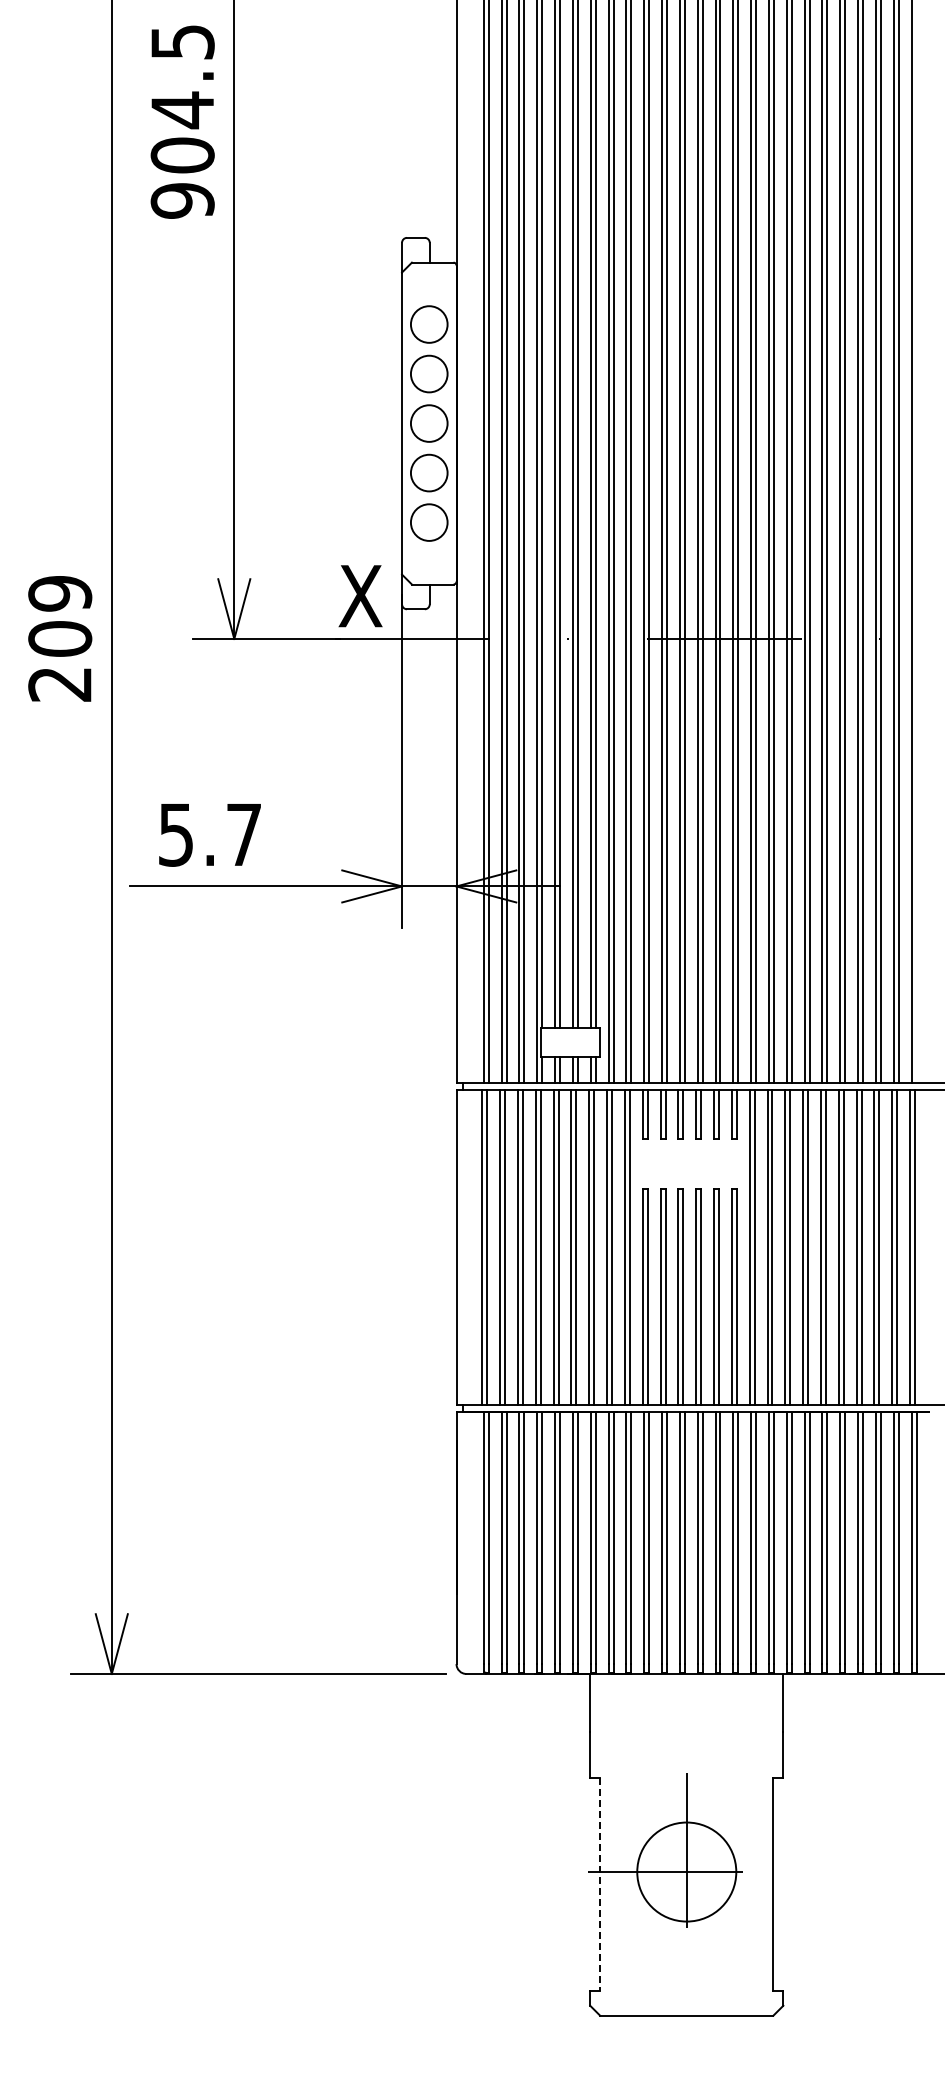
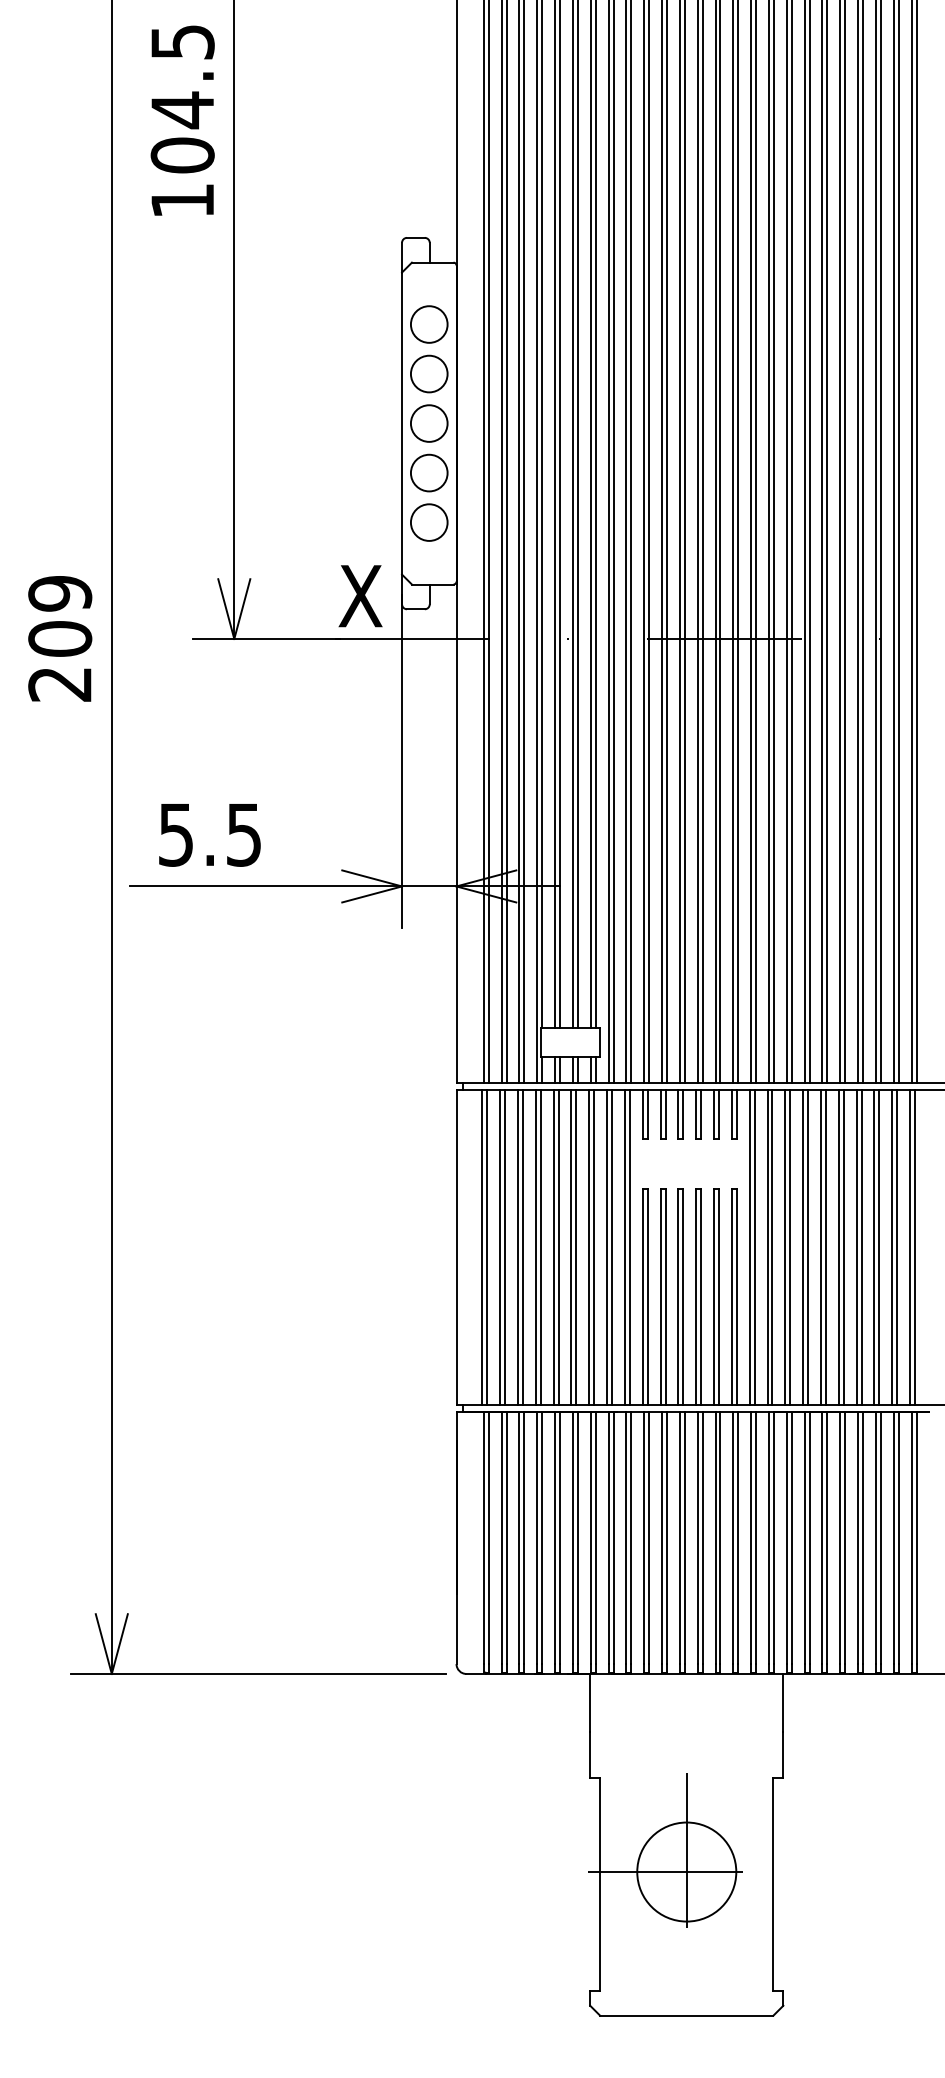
text at (182, 200): 904.5 -> 104.5
line at (916, 542): none -> present
text at (243, 835): 5.7 -> 5.5
line at (600, 1884): dashed -> solid
